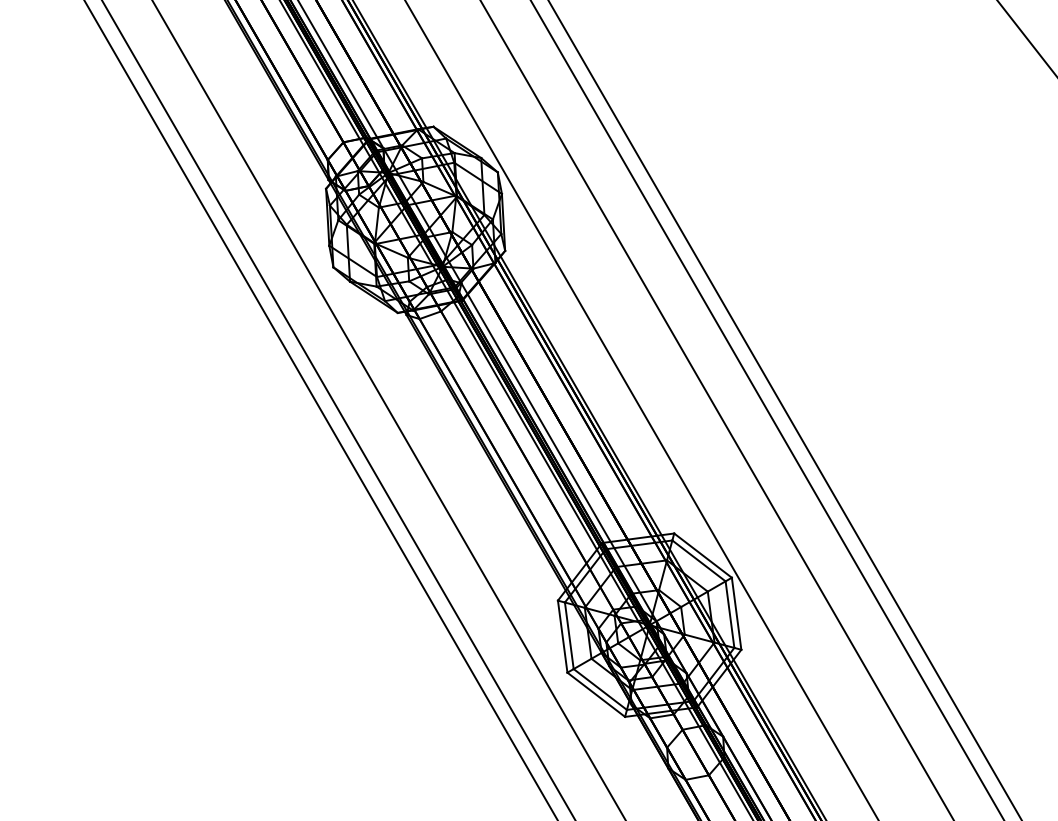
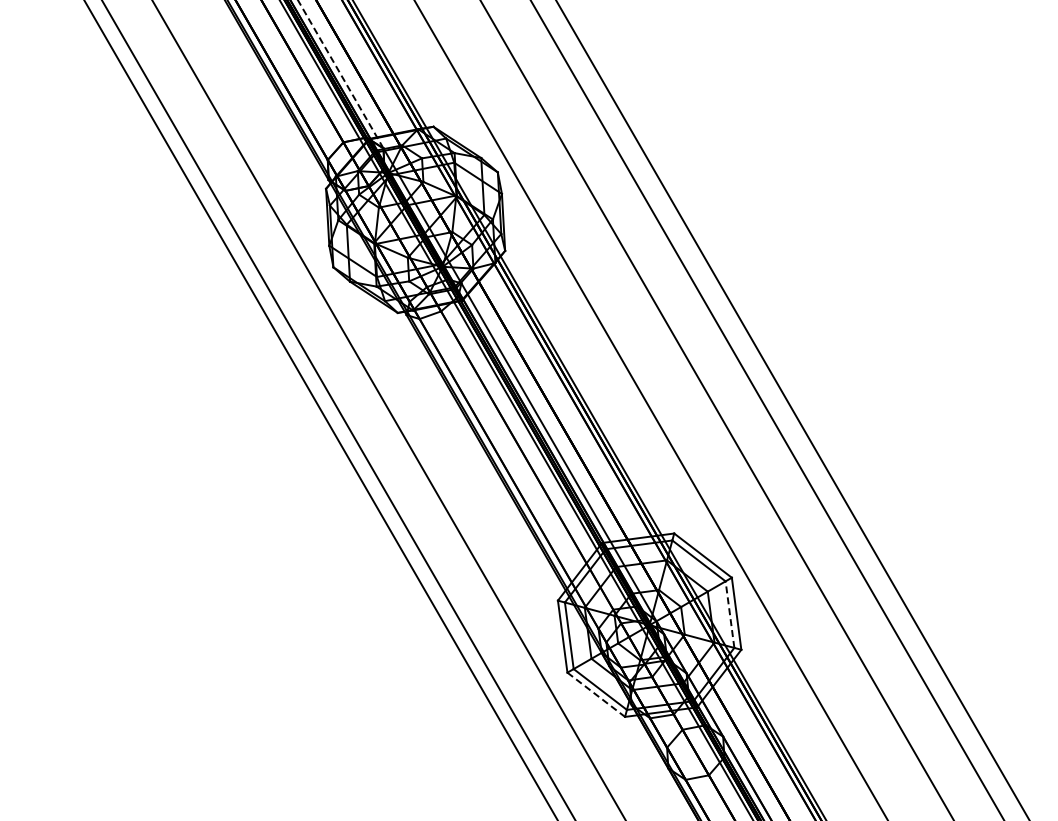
line at (1026, 37): present -> none
line at (340, 73): solid -> dashed
line at (641, 409) position: (641, 409) -> (650, 409)
line at (784, 409) position: (784, 409) -> (792, 409)
line at (729, 614): solid -> dashed
line at (596, 695): solid -> dashed
